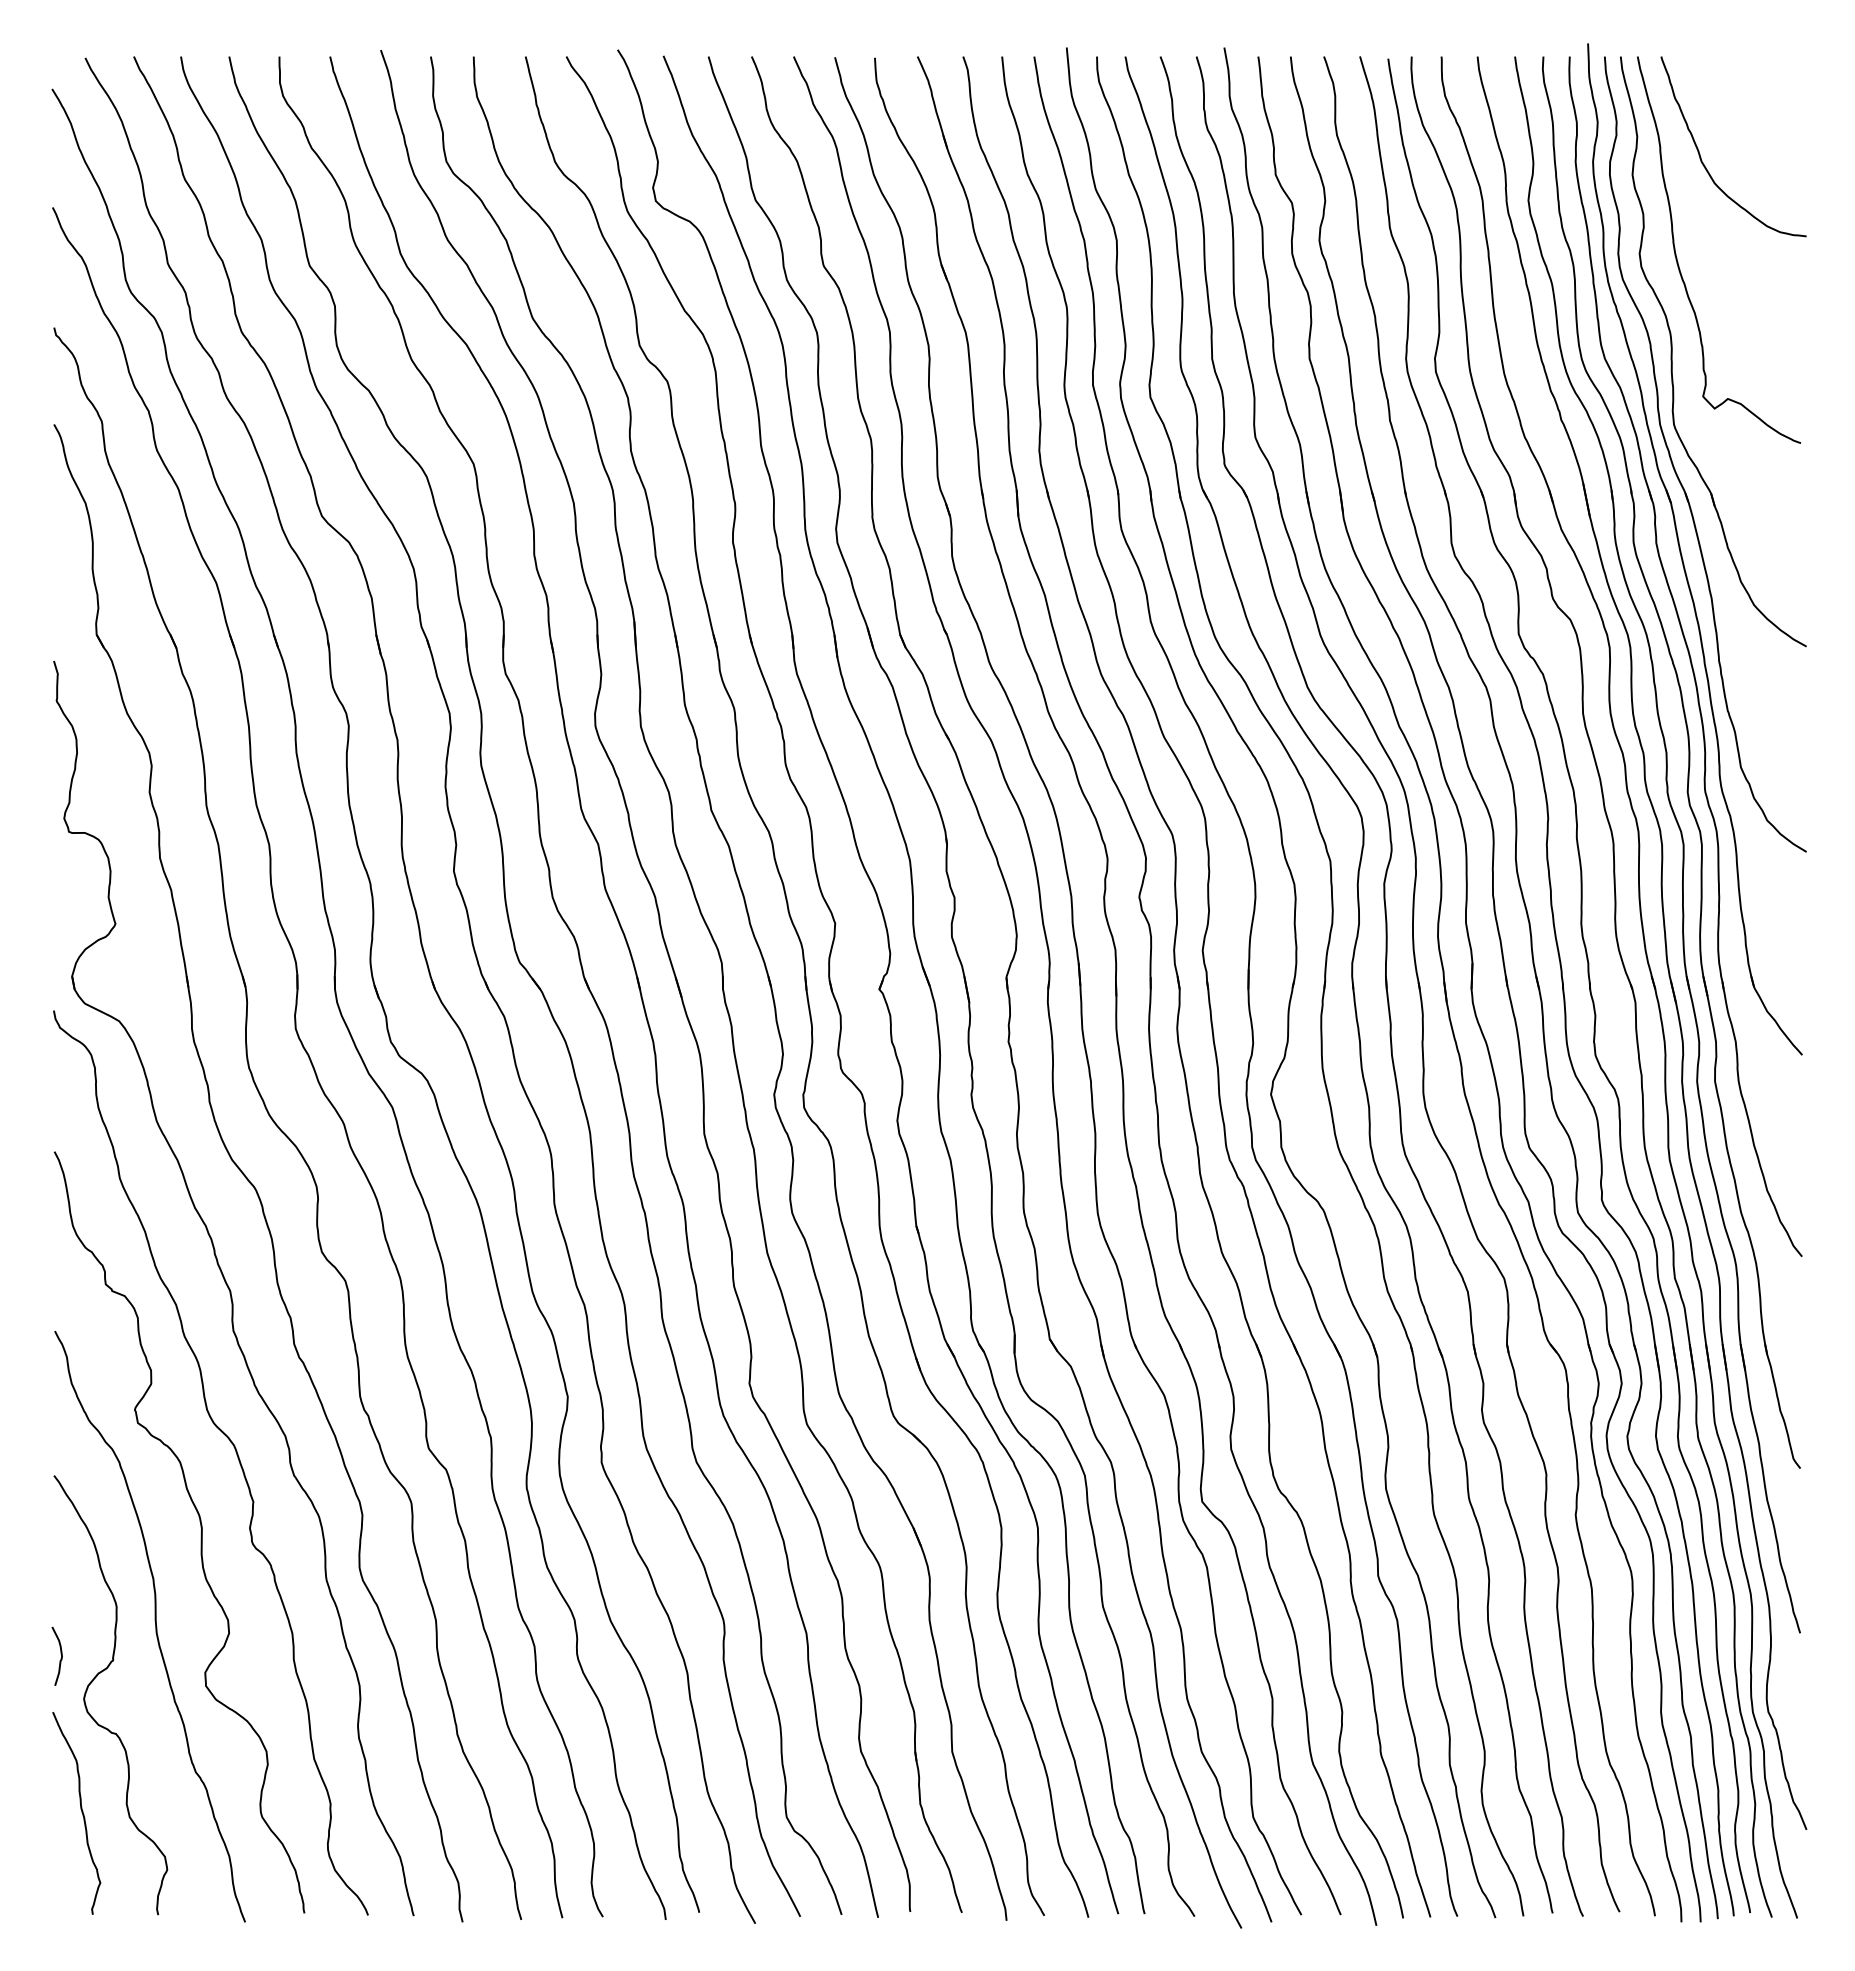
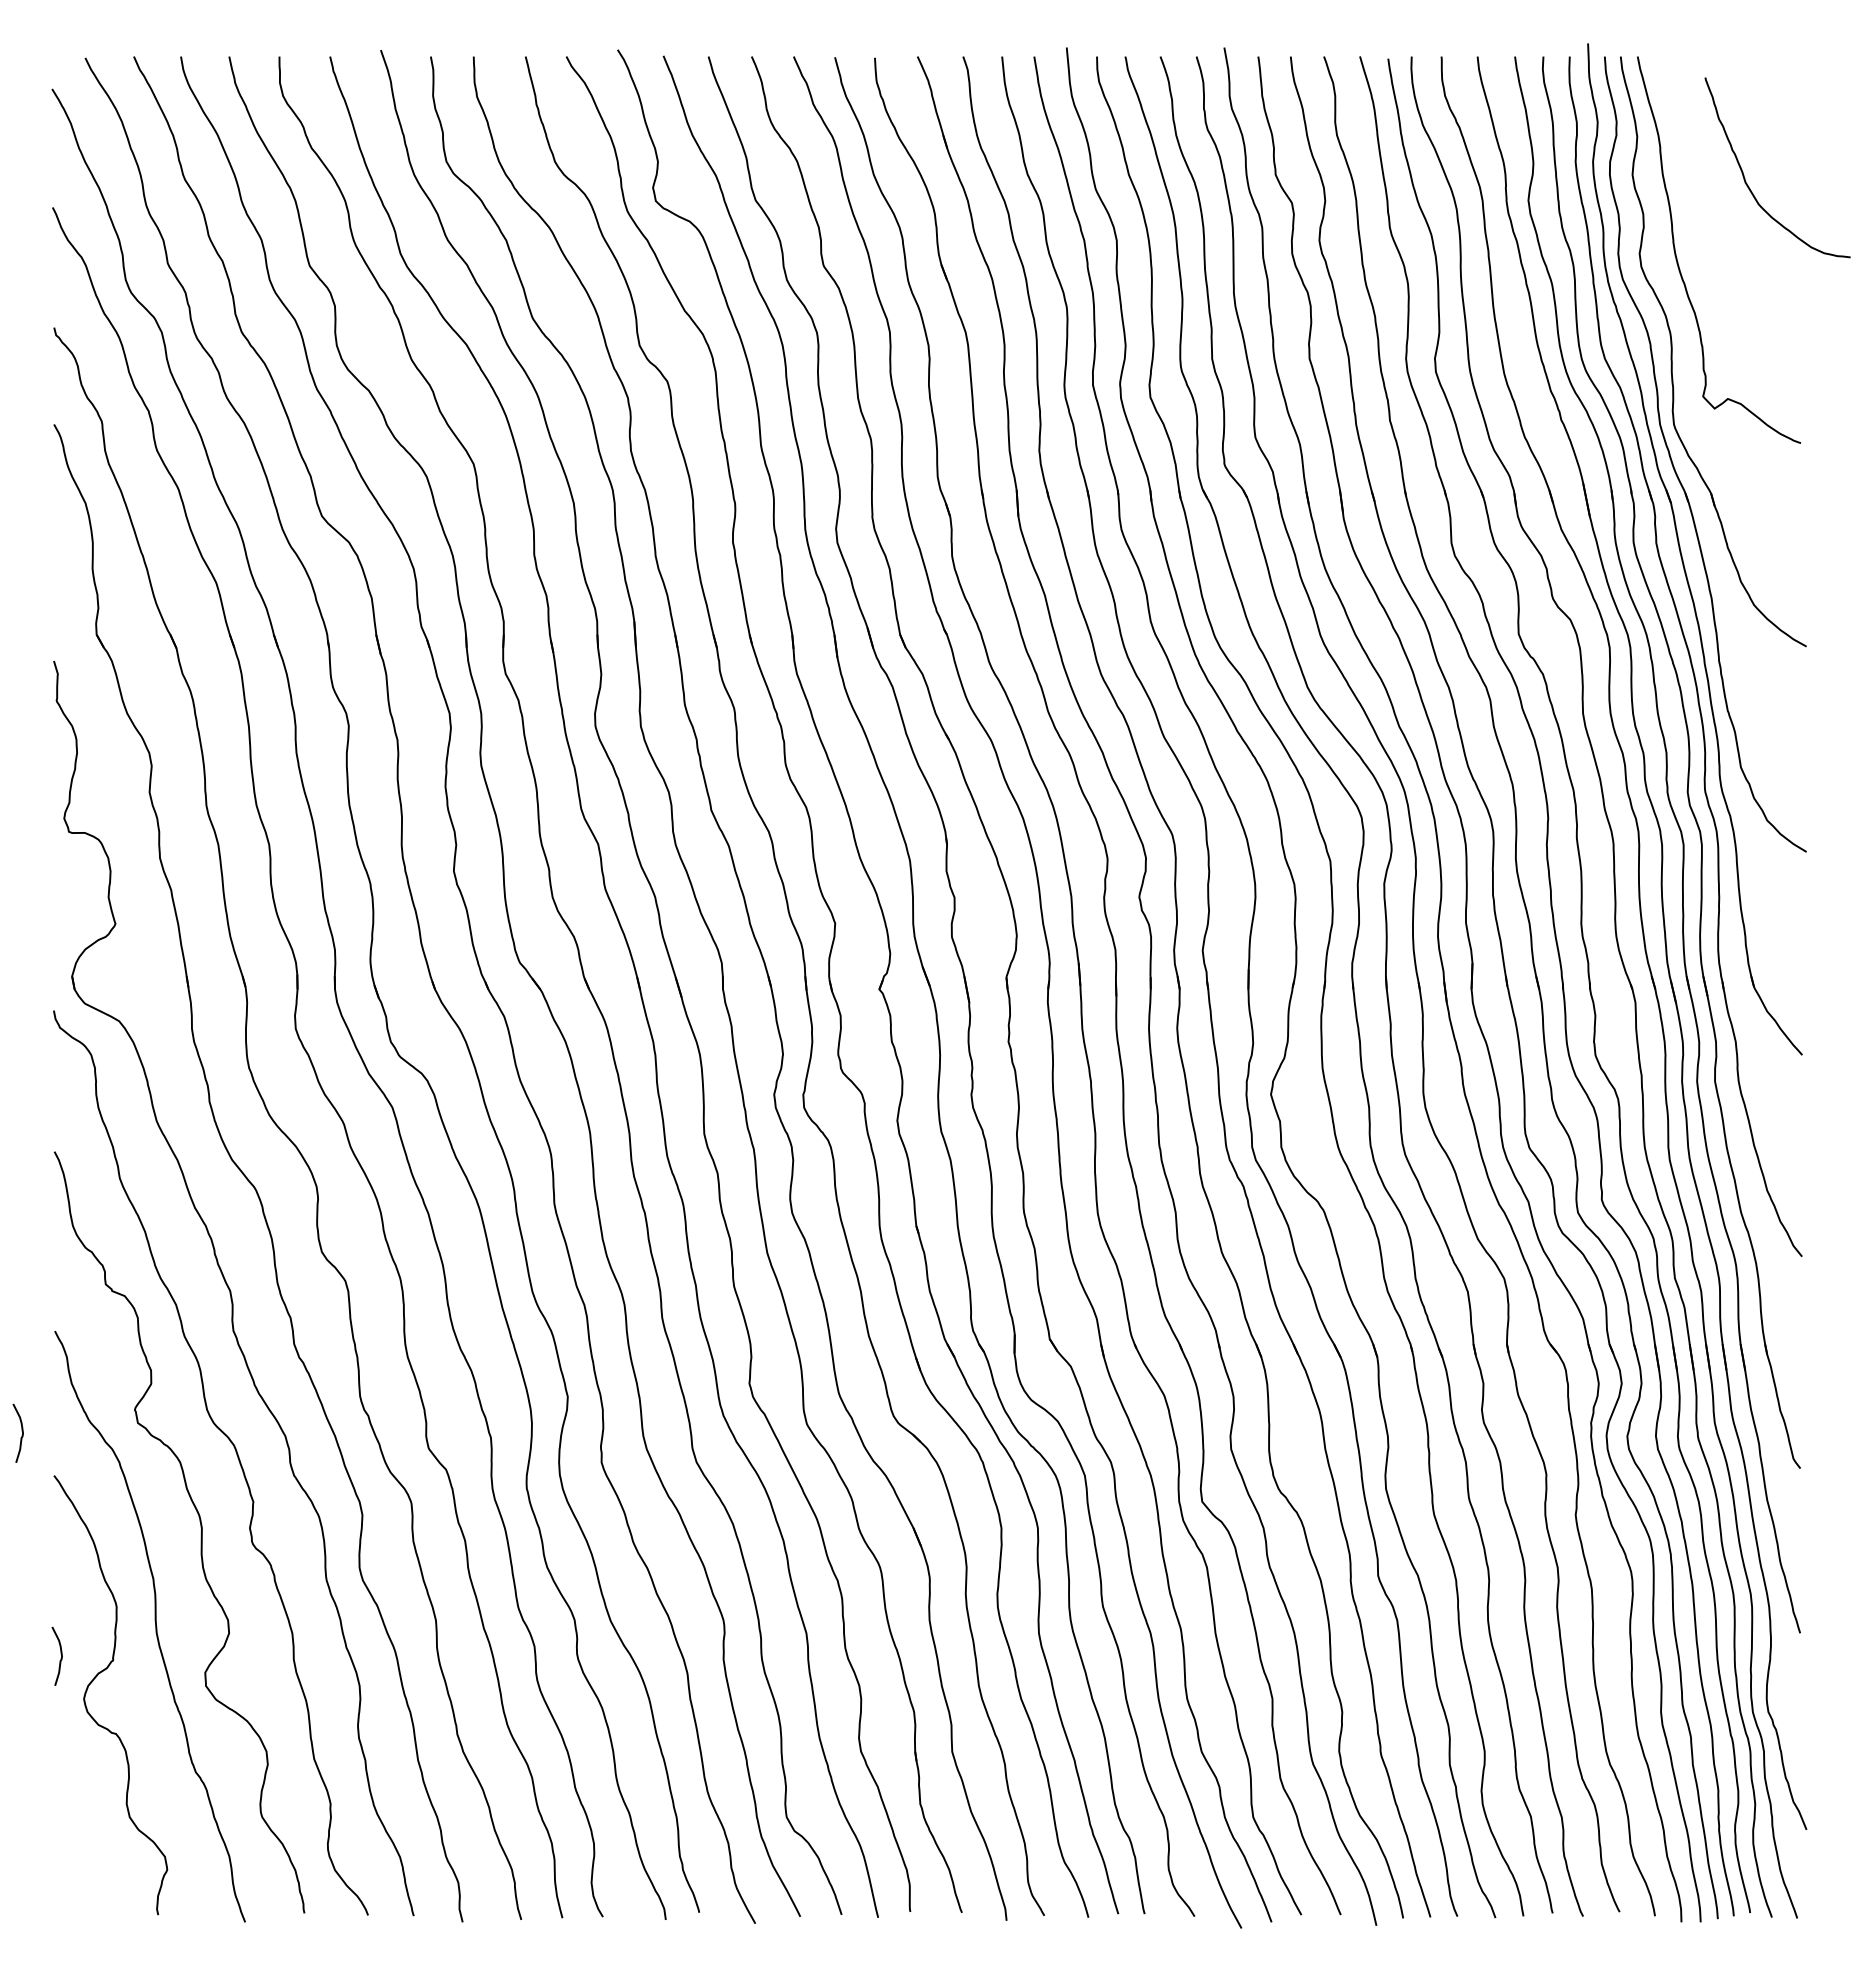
curve at (1701, 157) position: (1701, 157) -> (1745, 178)
curve at (21, 1431): none -> present
curve at (81, 1812): present -> none
